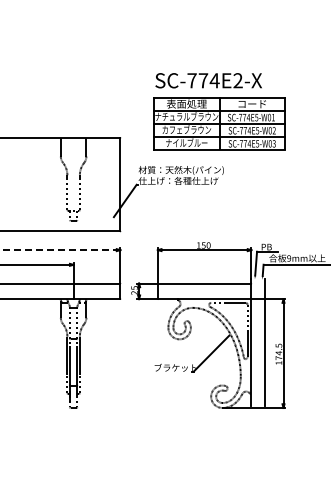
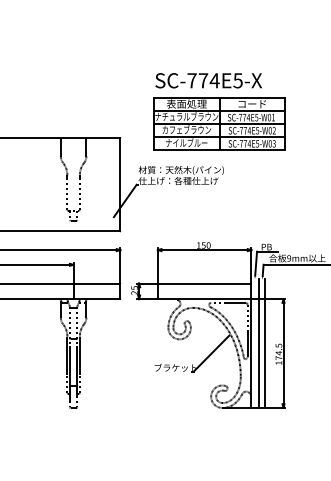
text at (237, 80): SC-774E2-X -> SC-774E5-X
line at (58, 250): dashed -> solid
line at (259, 342): none -> present
